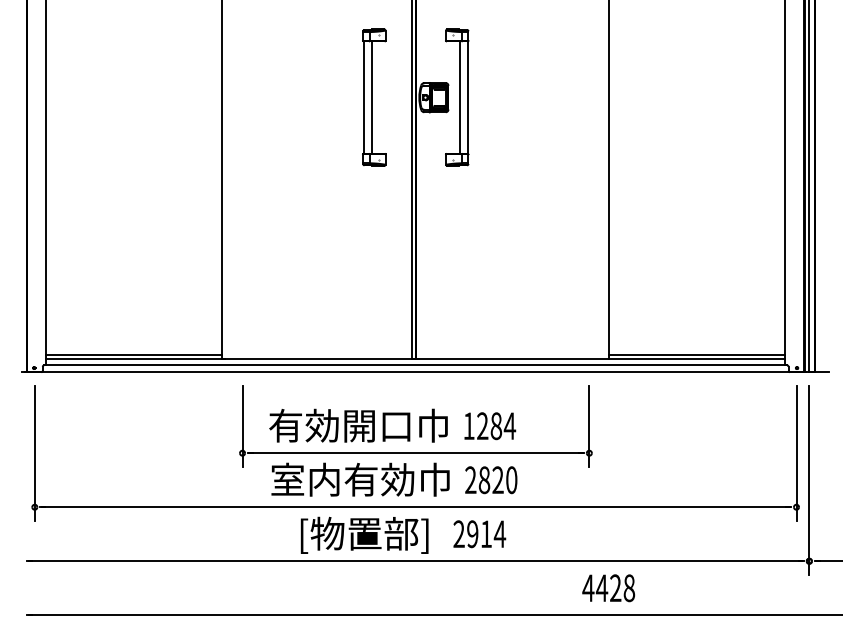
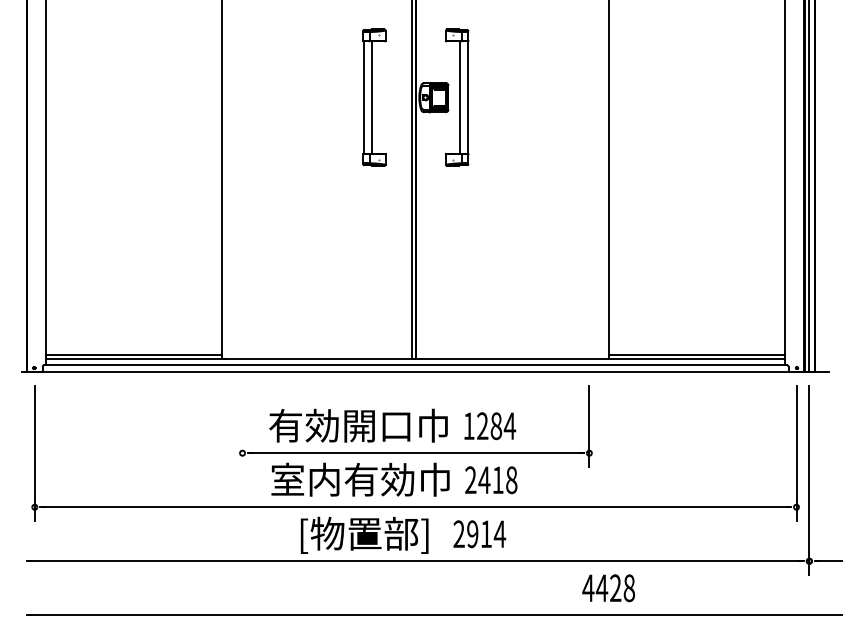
line at (242, 425): present -> none
text at (497, 480): 2820 -> 2418
